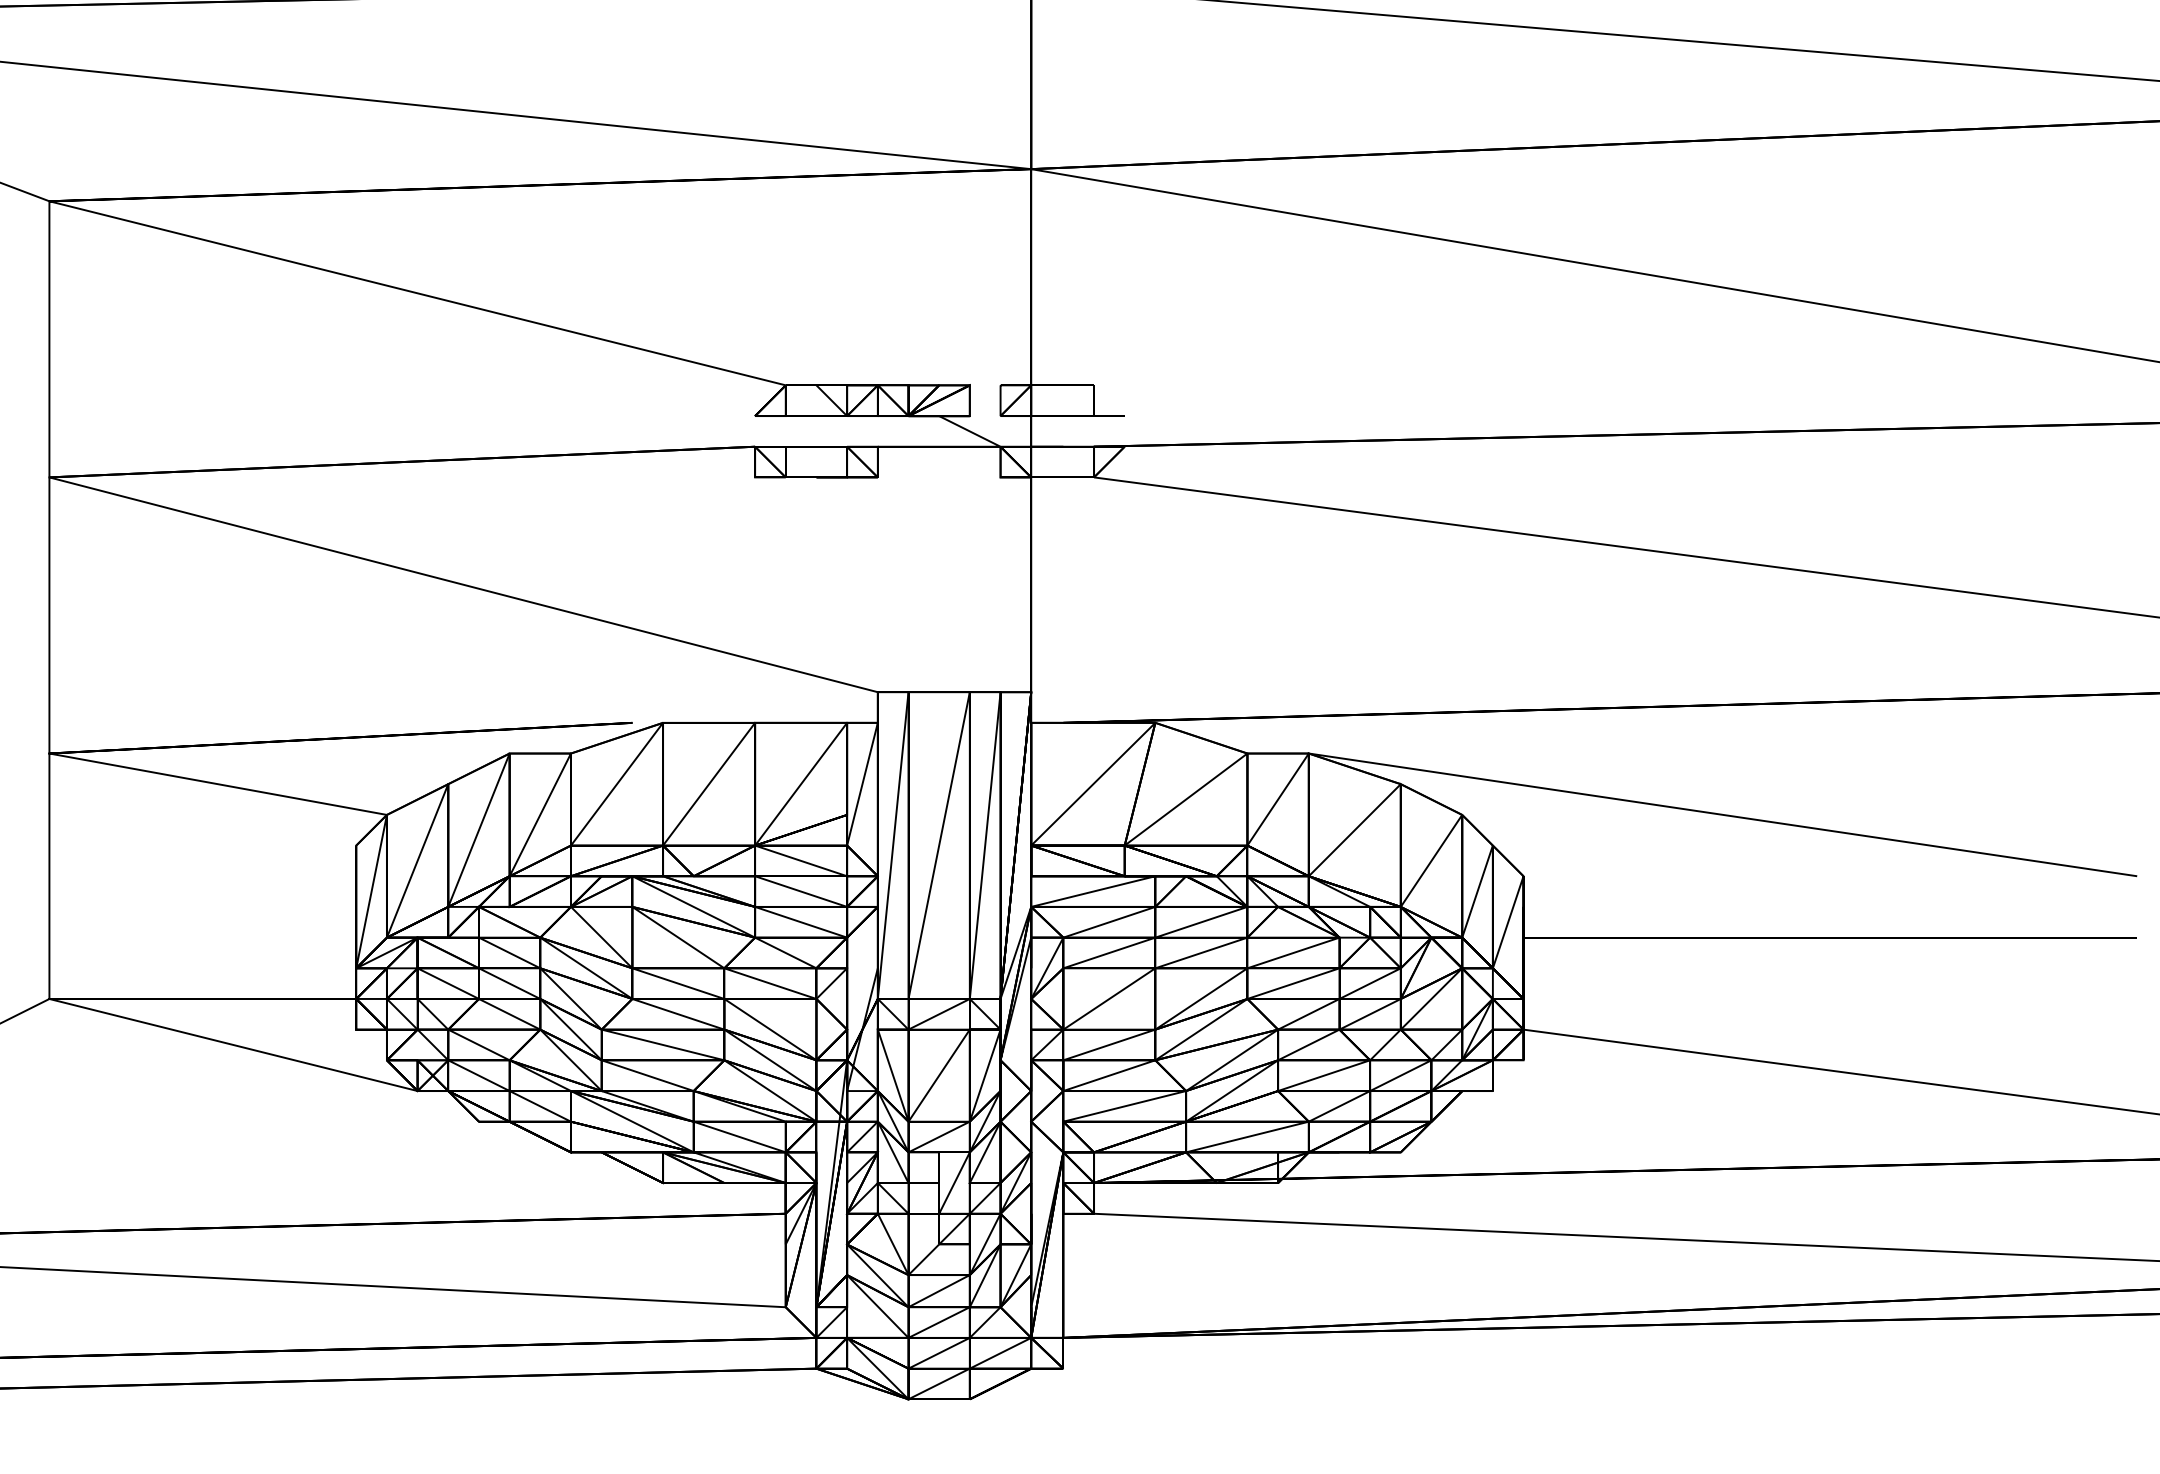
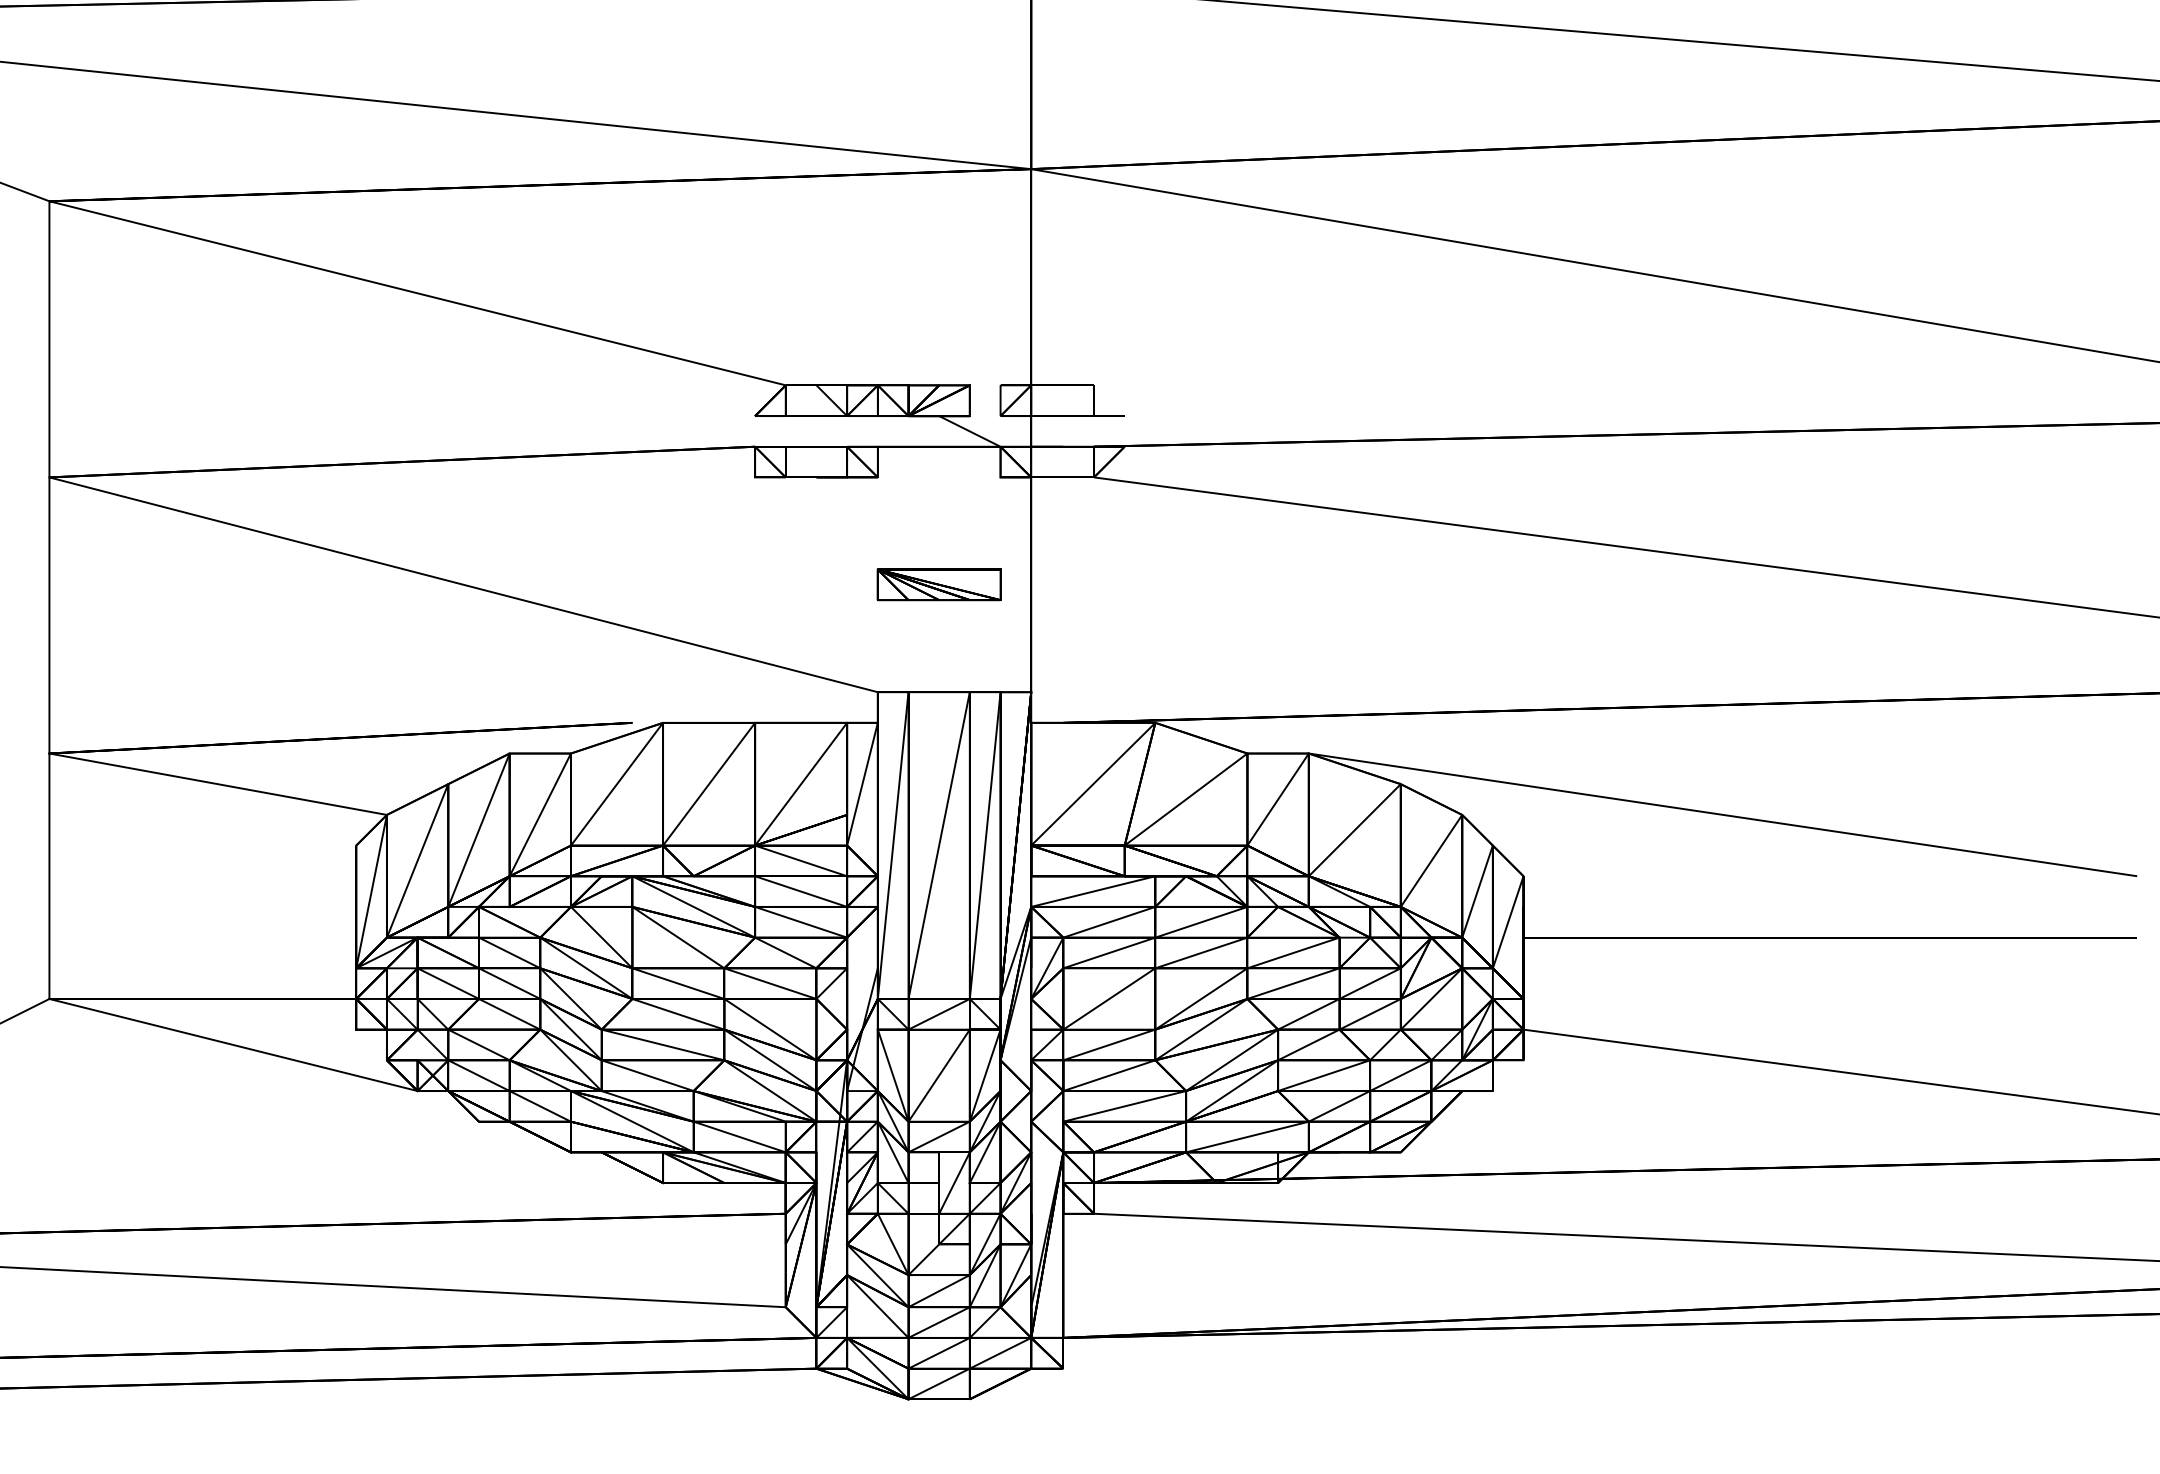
part at (938, 584): none -> present
